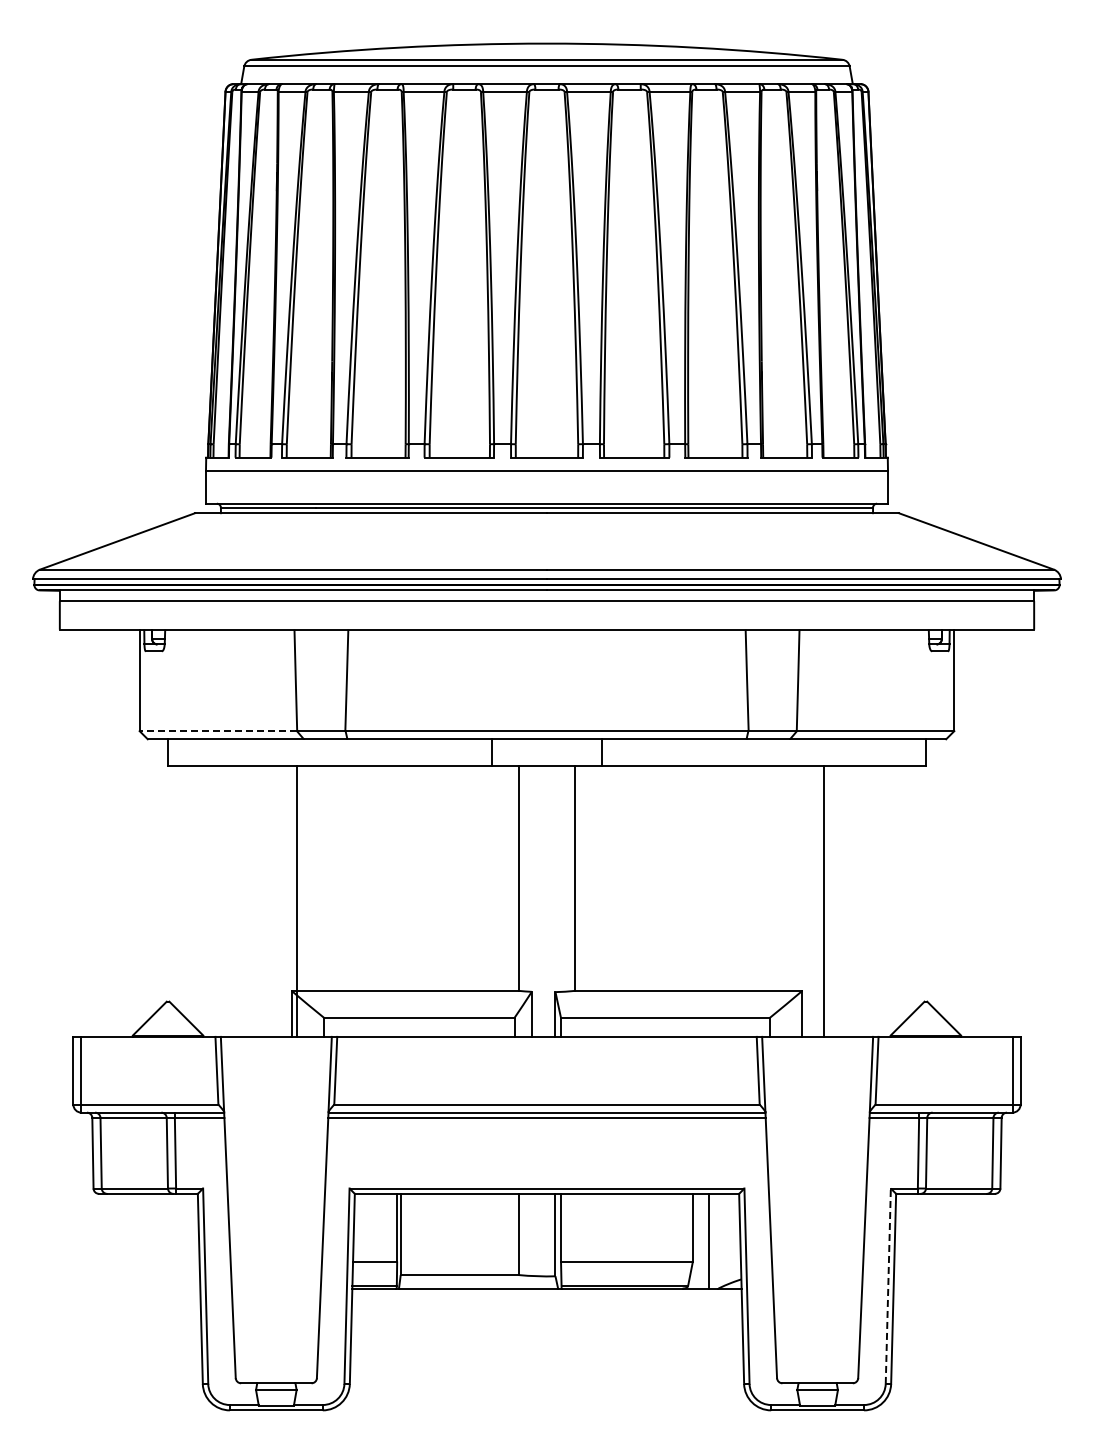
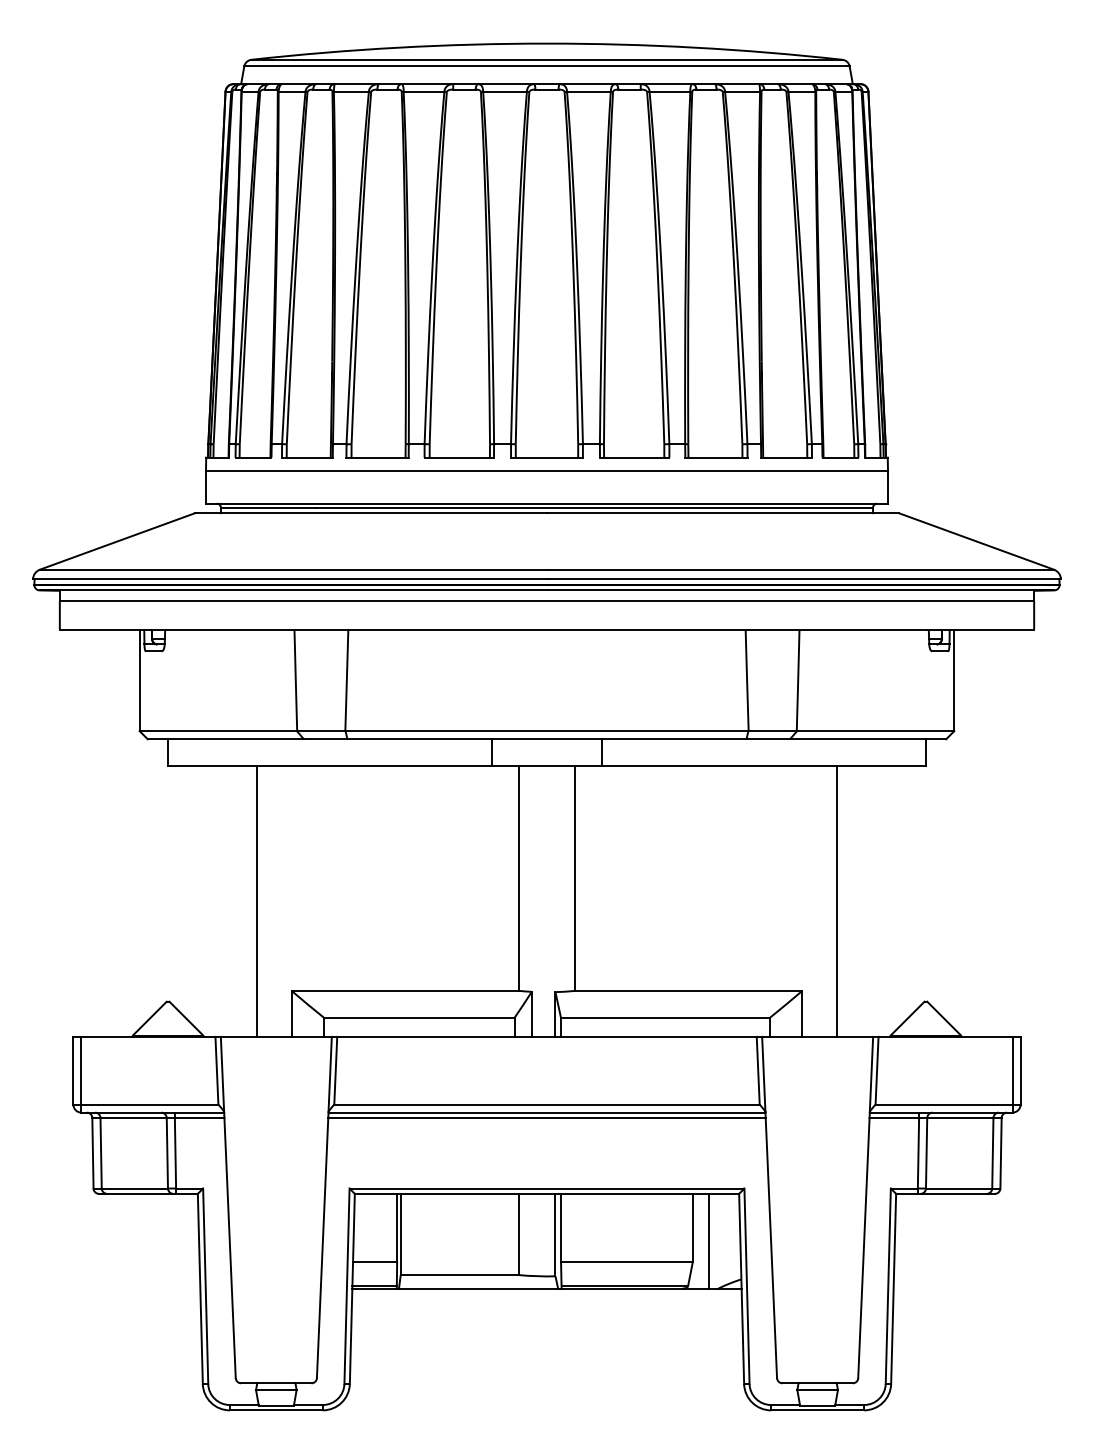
line at (218, 731): dashed -> solid
line at (296, 901) position: (296, 901) -> (256, 901)
line at (824, 901) position: (824, 901) -> (837, 901)
line at (888, 1286): dashed -> solid
